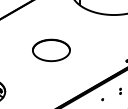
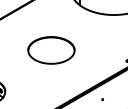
part at (51, 50) size: 39x25 px -> 49x29 px
part at (120, 90): present -> none
